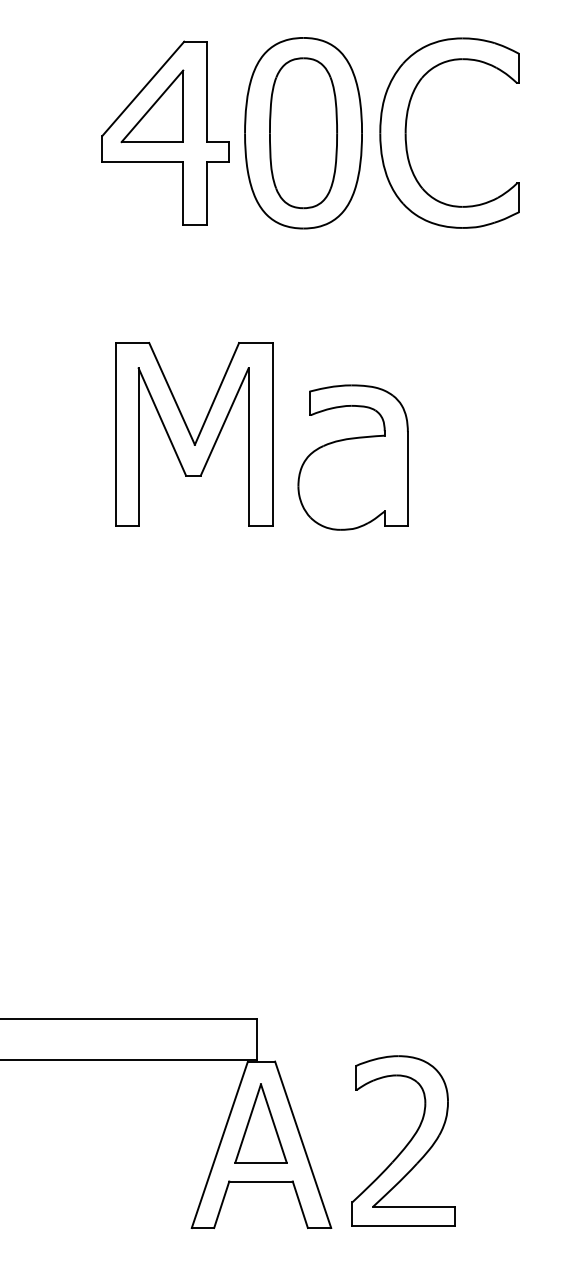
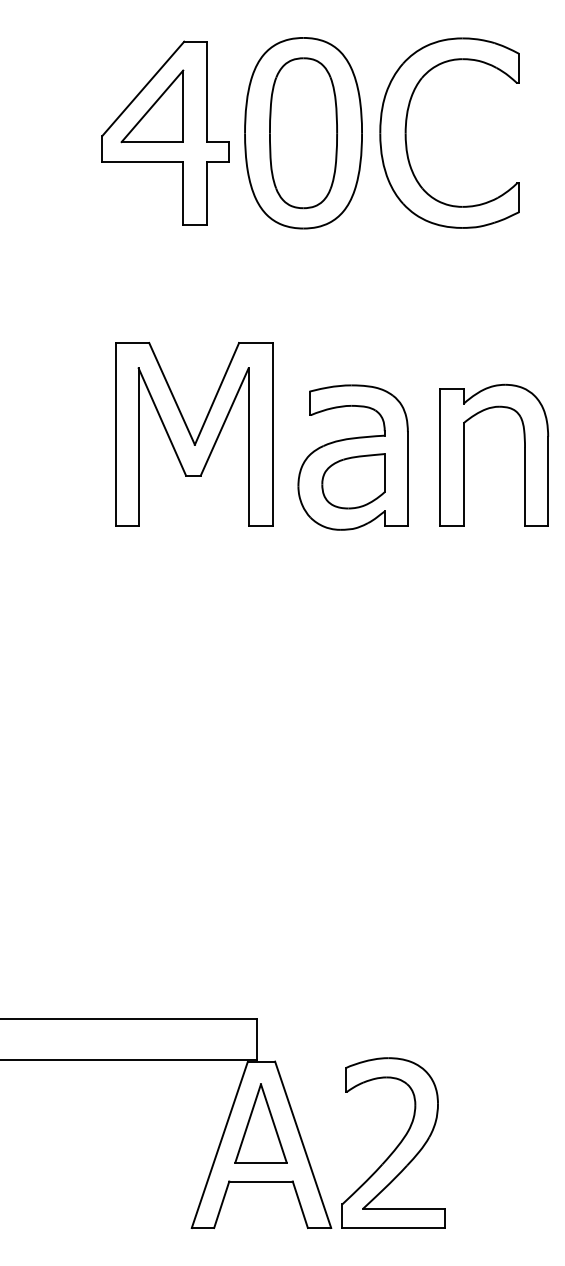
part at (464, 454): none -> present
part at (353, 481): none -> present
part at (403, 1140) position: (403, 1140) -> (393, 1142)
